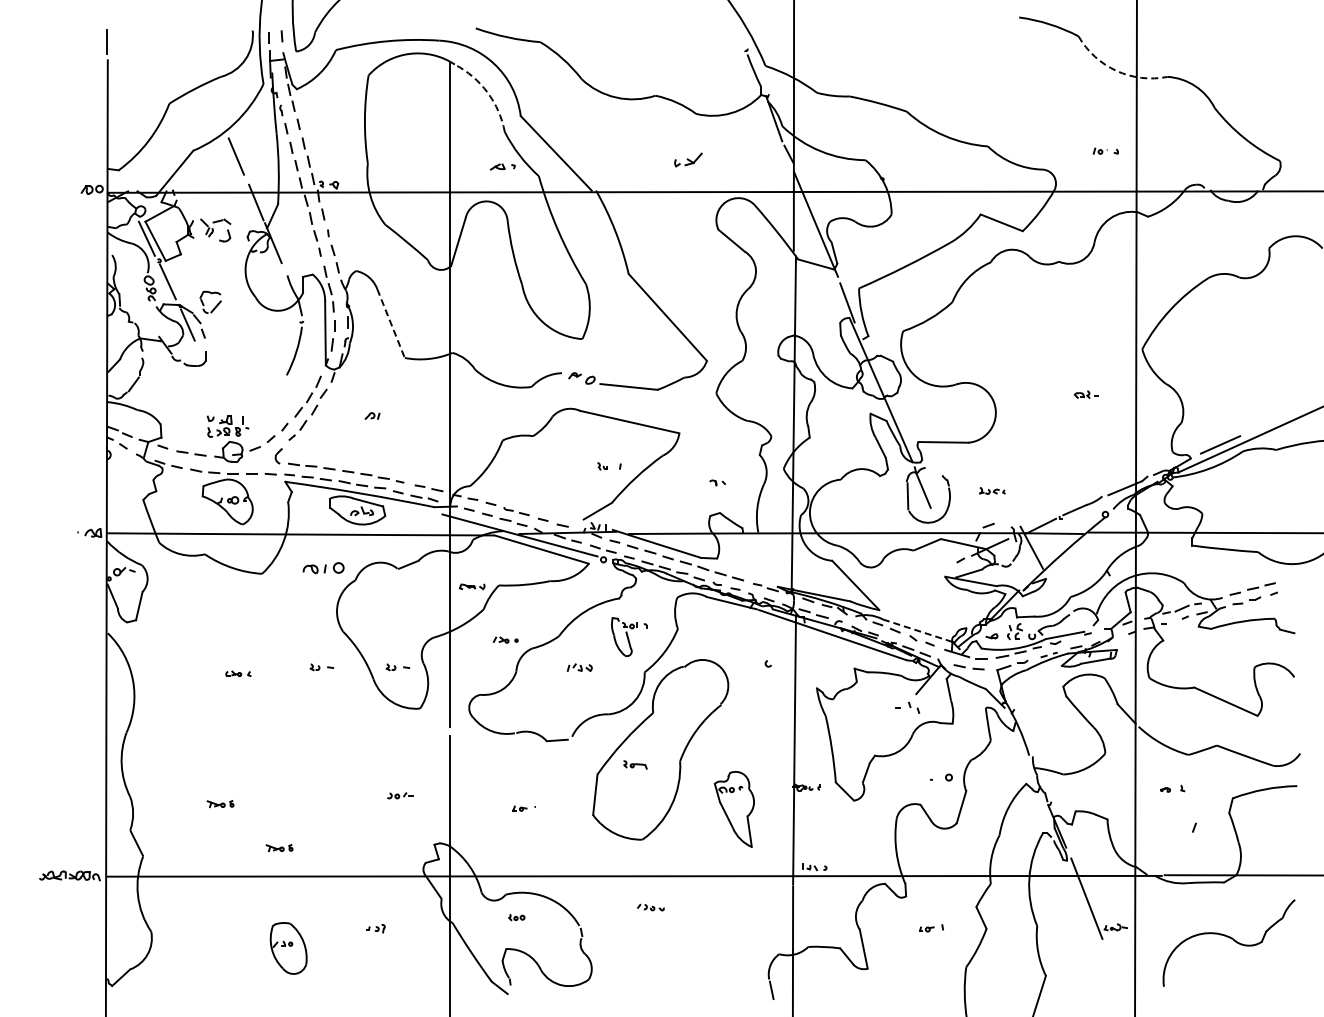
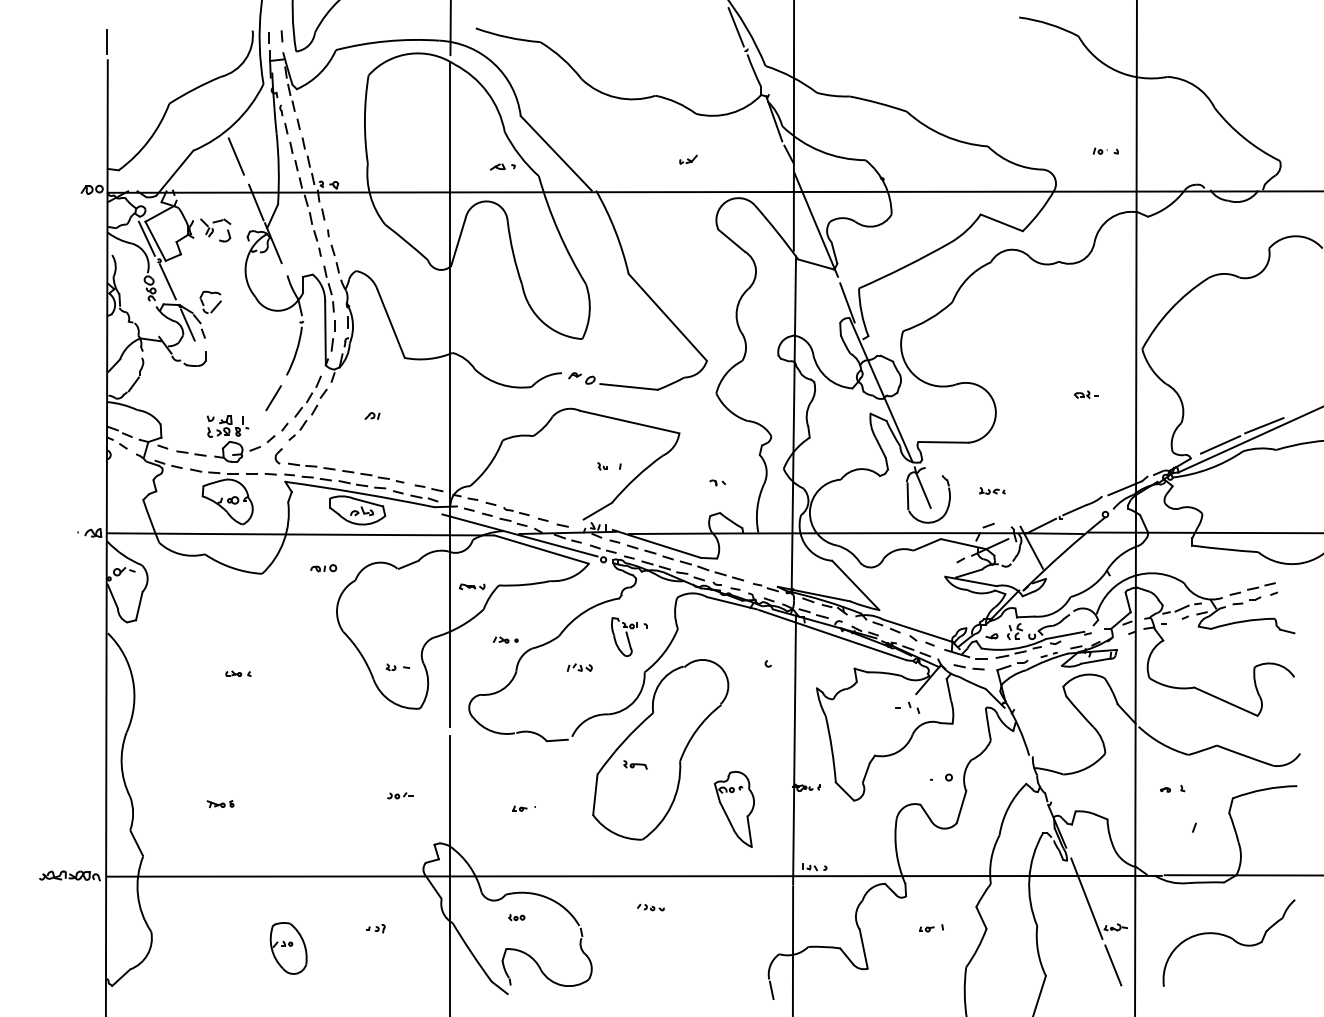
line at (735, 27): none -> present
line at (450, 28): none -> present
arc at (1116, 70): dashed -> solid
arc at (487, 92): dashed -> solid
part at (688, 159) size: 29x16 px -> 19x11 px
line at (391, 324): dashed -> solid
line at (273, 398): none -> present
line at (1264, 425): none -> present
part at (323, 568) size: 43x13 px -> 28x9 px
line at (917, 630): dashed -> solid
part at (321, 667): present -> none
part at (279, 848): present -> none
line at (1113, 965): none -> present
